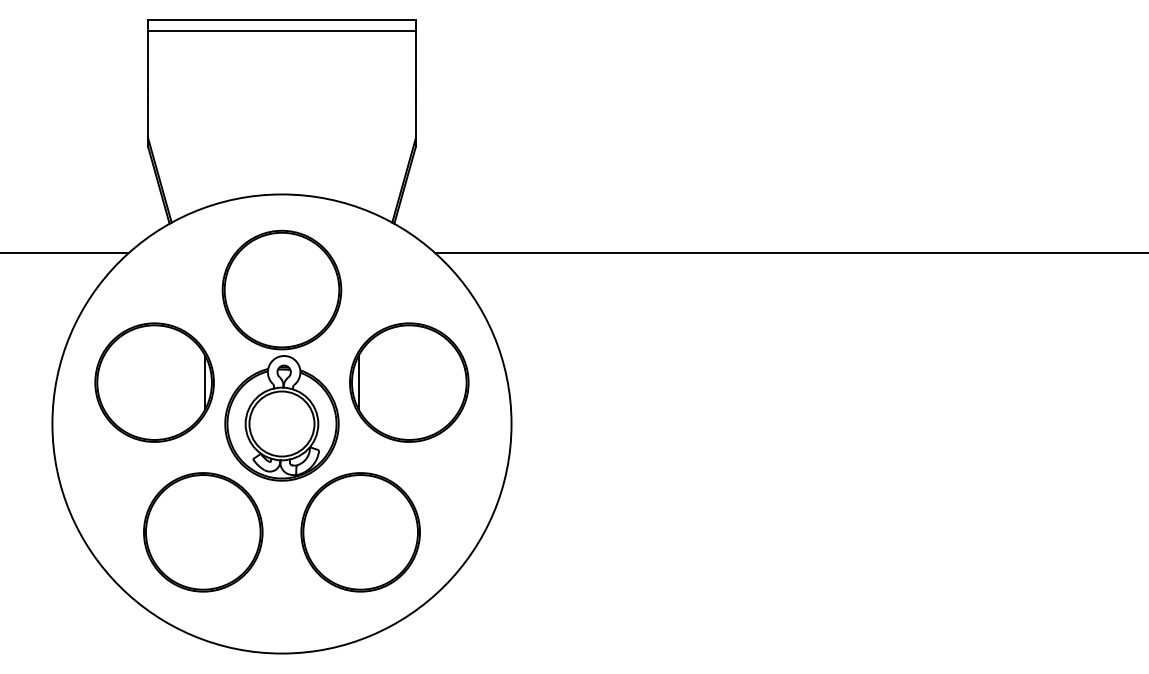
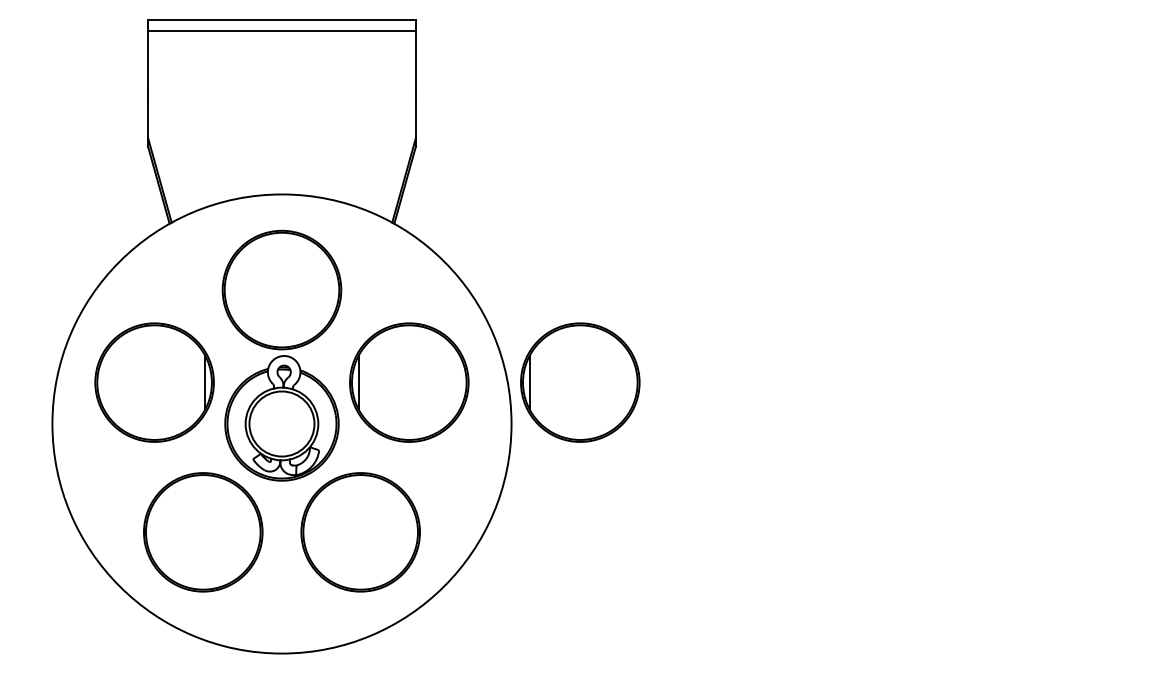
line at (65, 252): present -> none
line at (789, 252): present -> none
part at (580, 382): none -> present
